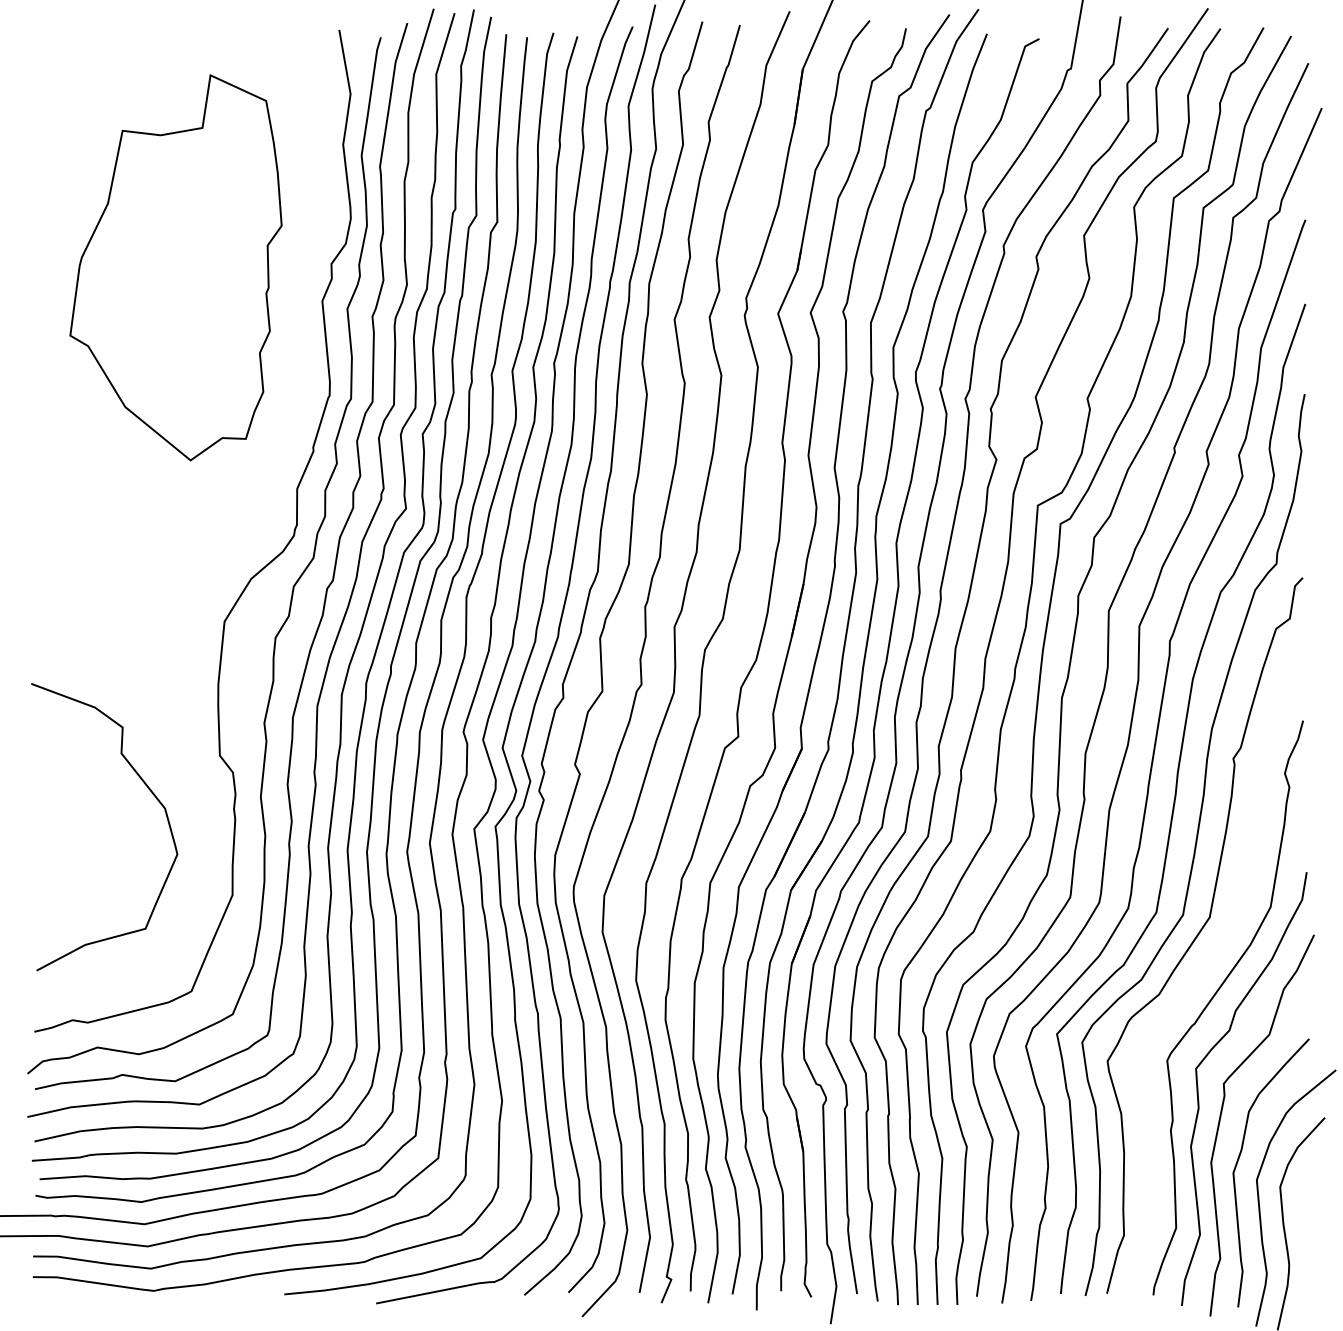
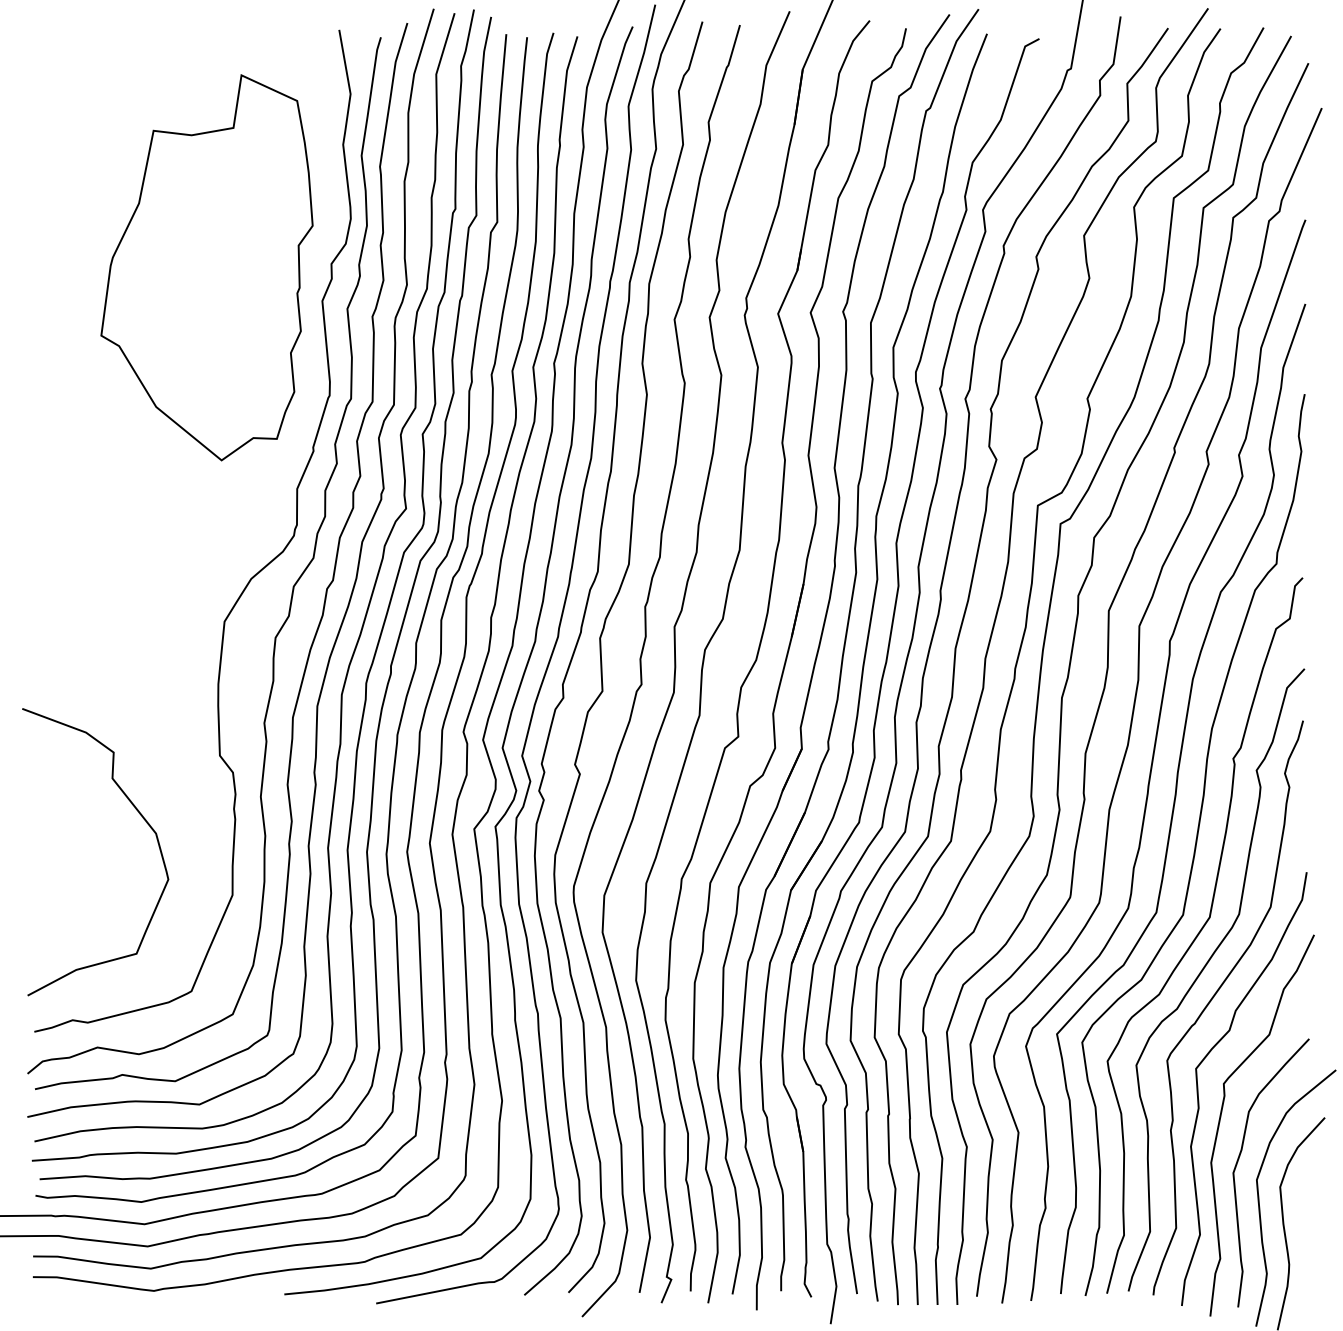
part at (175, 267) position: (175, 267) -> (206, 267)
curve at (151, 793) position: (151, 793) -> (142, 818)
curve at (1204, 969): none -> present
